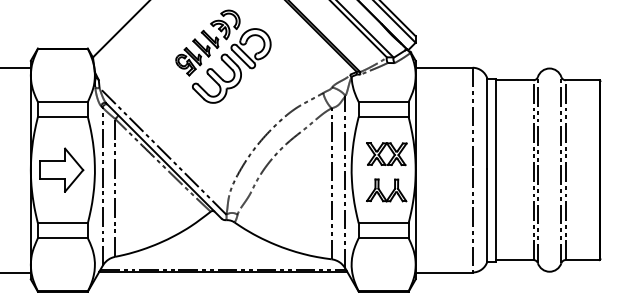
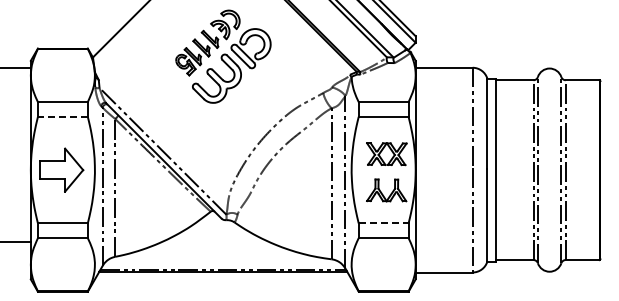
line at (62, 116): solid -> dashed
line at (383, 223): solid -> dashed
line at (16, 272) position: (16, 272) -> (16, 241)
